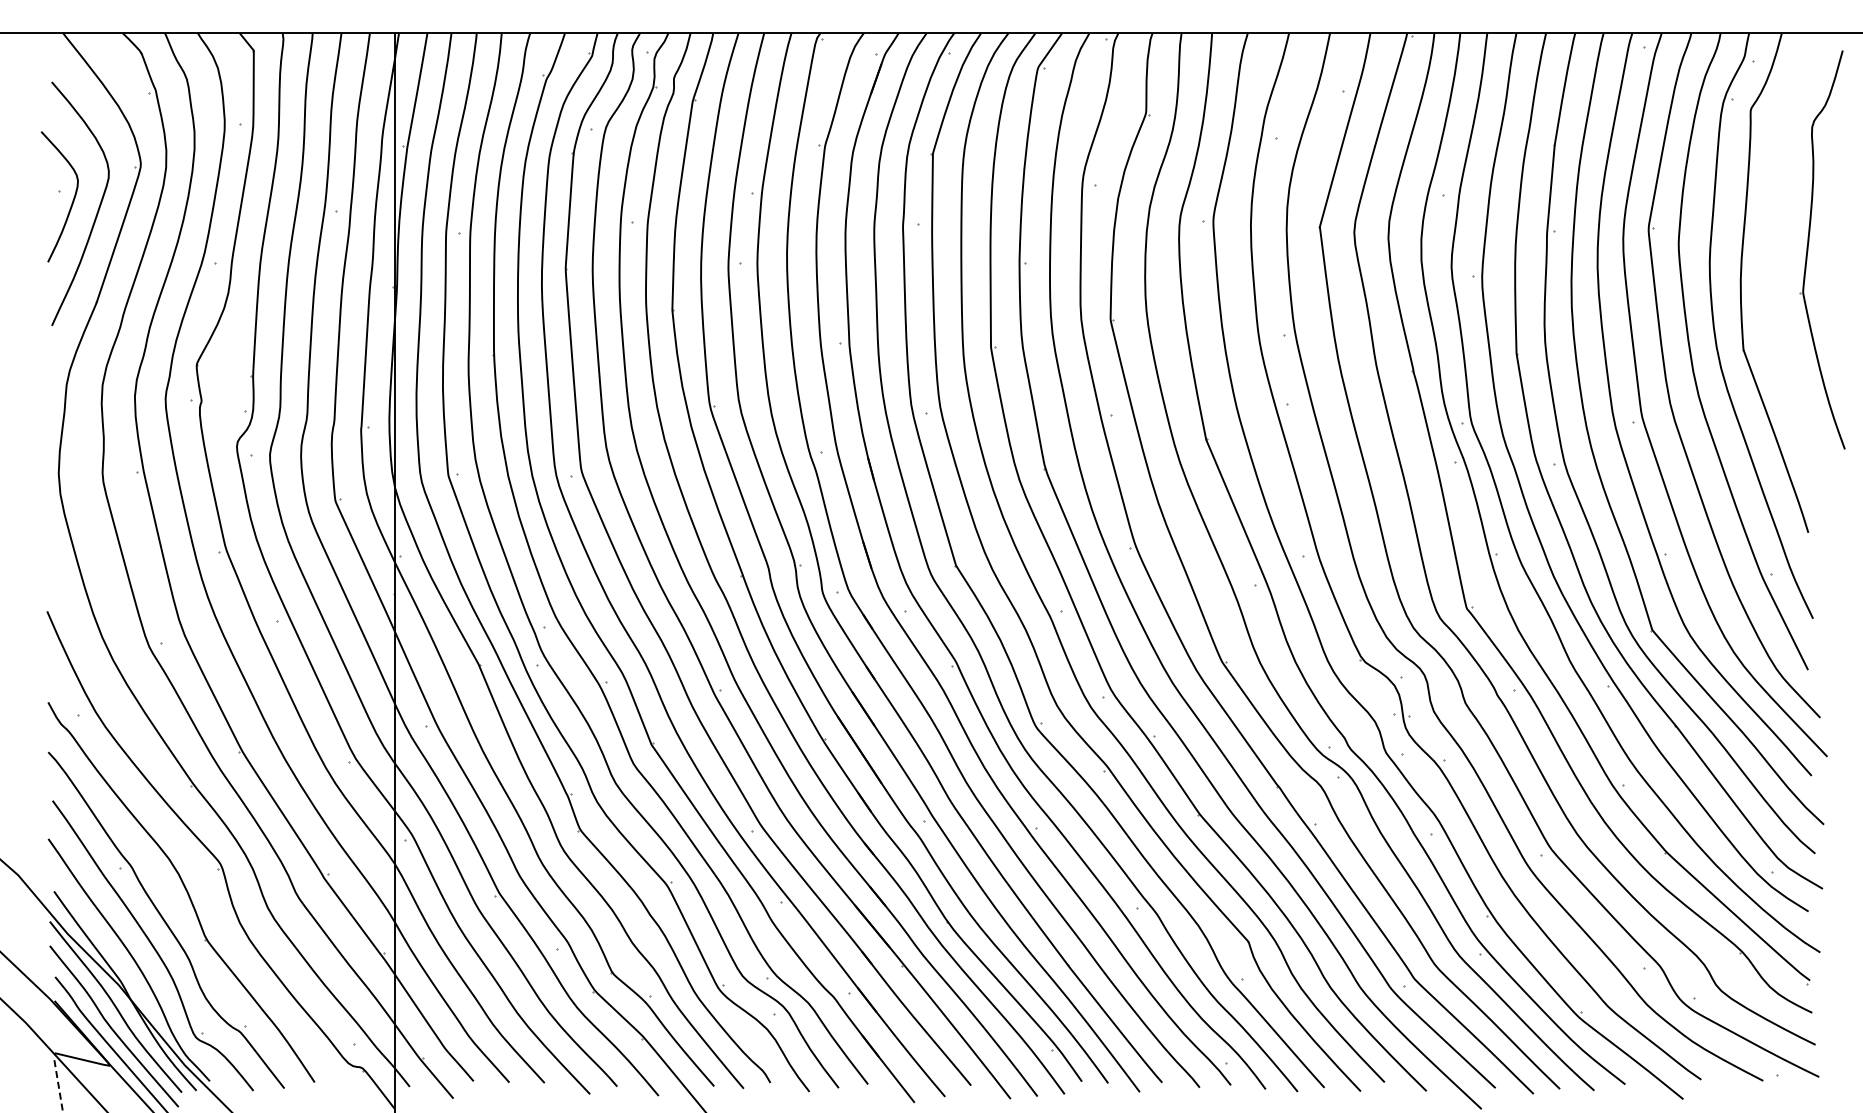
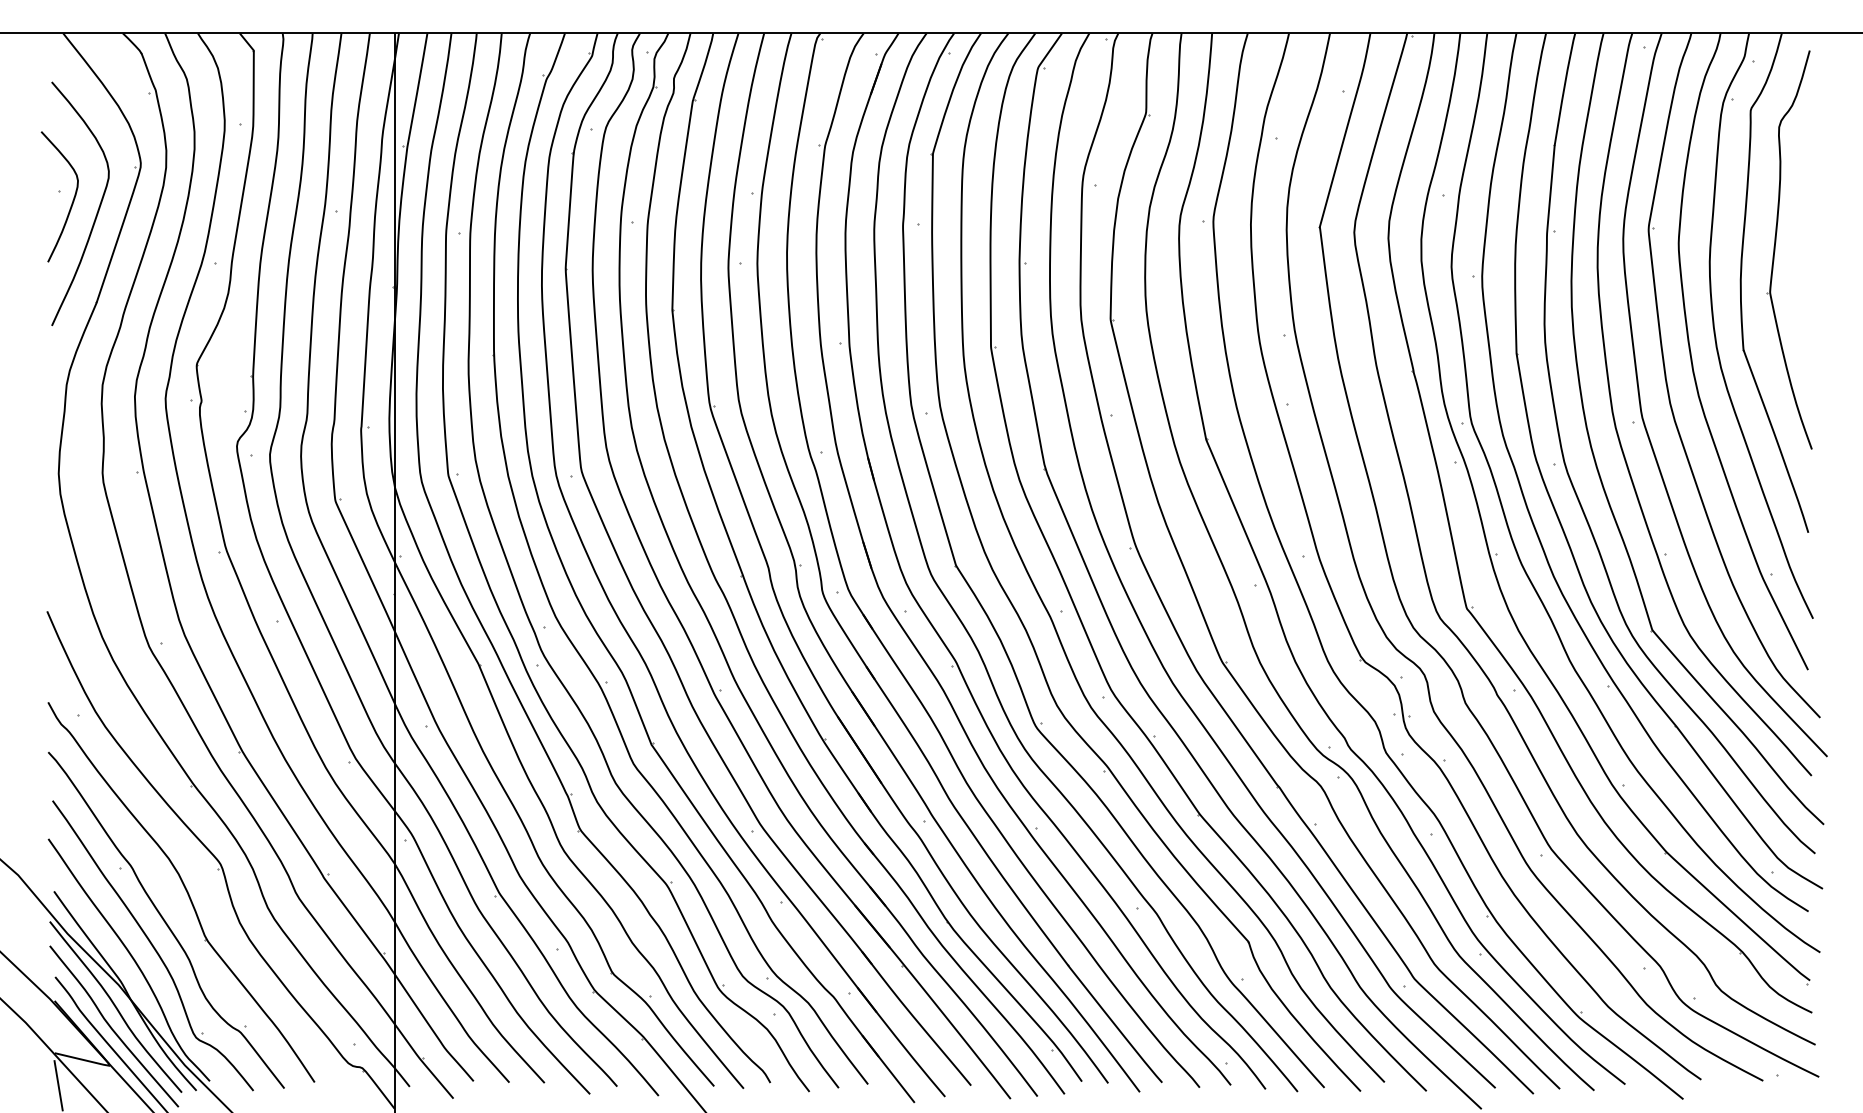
part at (1808, 249) position: (1808, 249) -> (1775, 249)
line at (58, 1085): dashed -> solid
